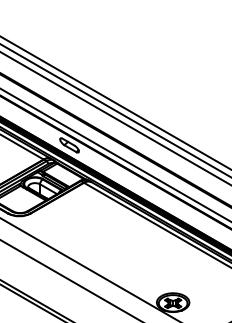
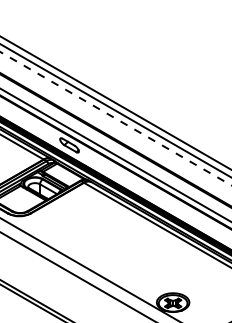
line at (116, 118): solid -> dashed
line at (70, 280) position: (70, 280) -> (76, 276)
